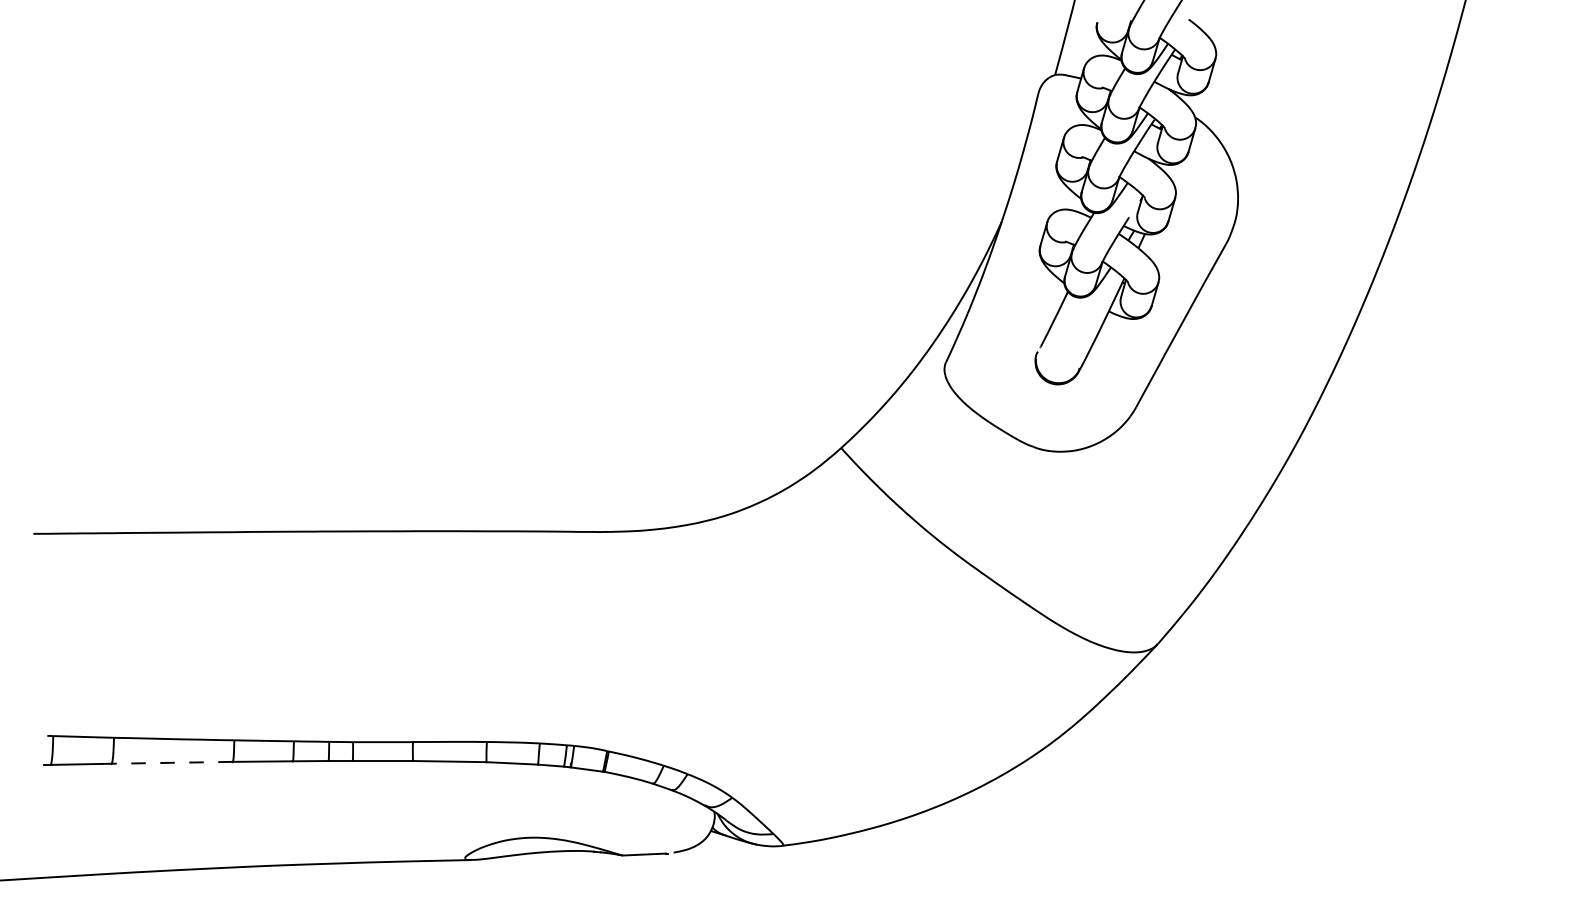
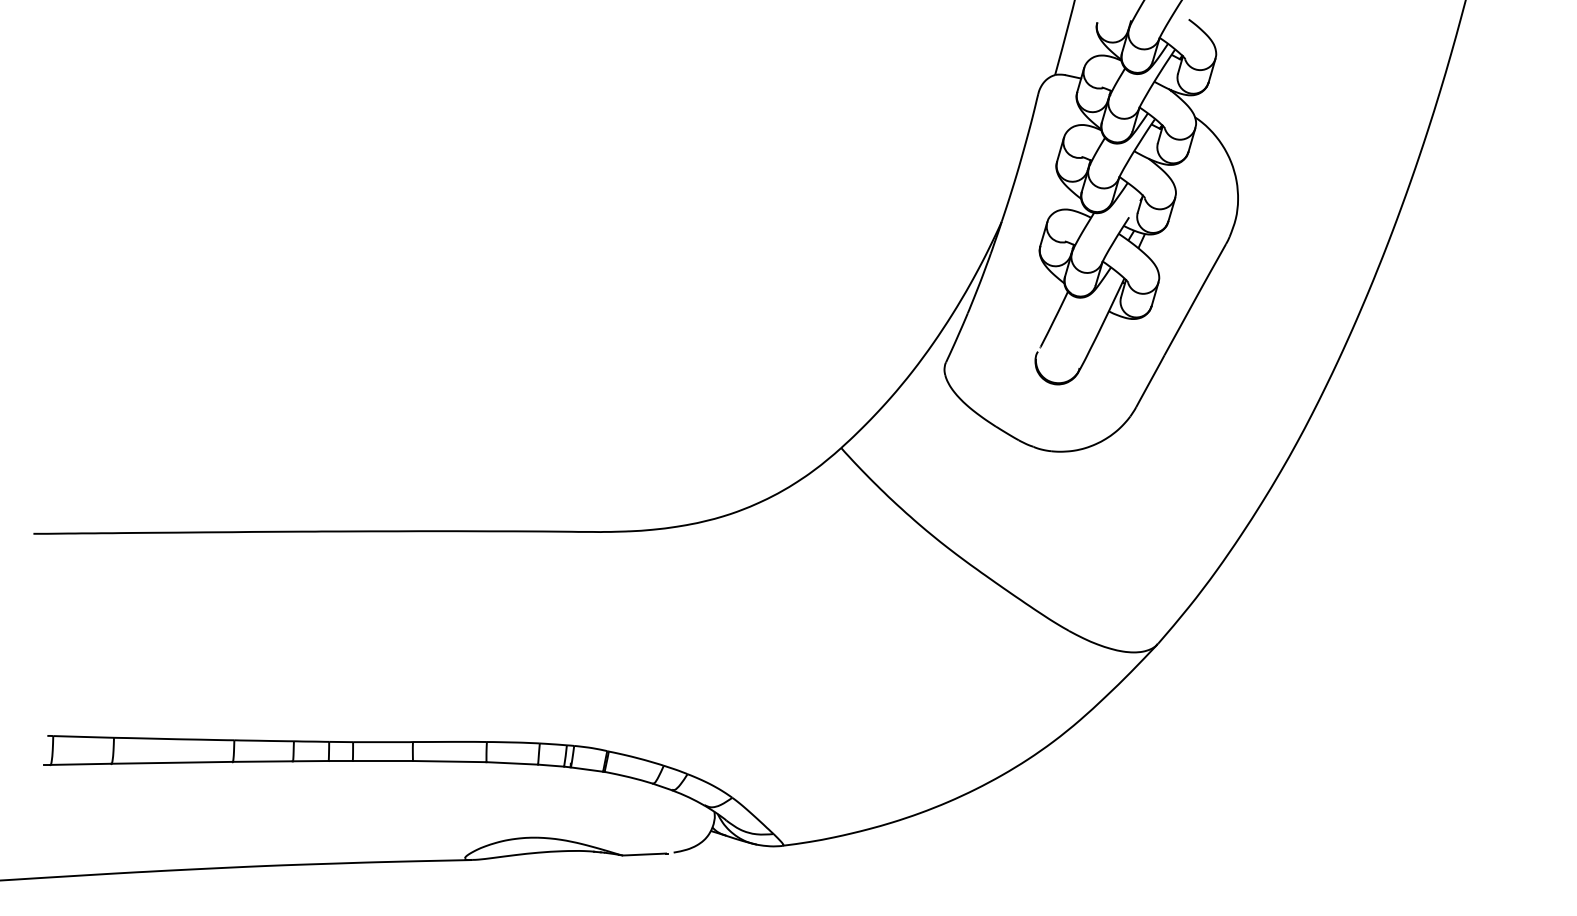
line at (172, 762): dashed -> solid
